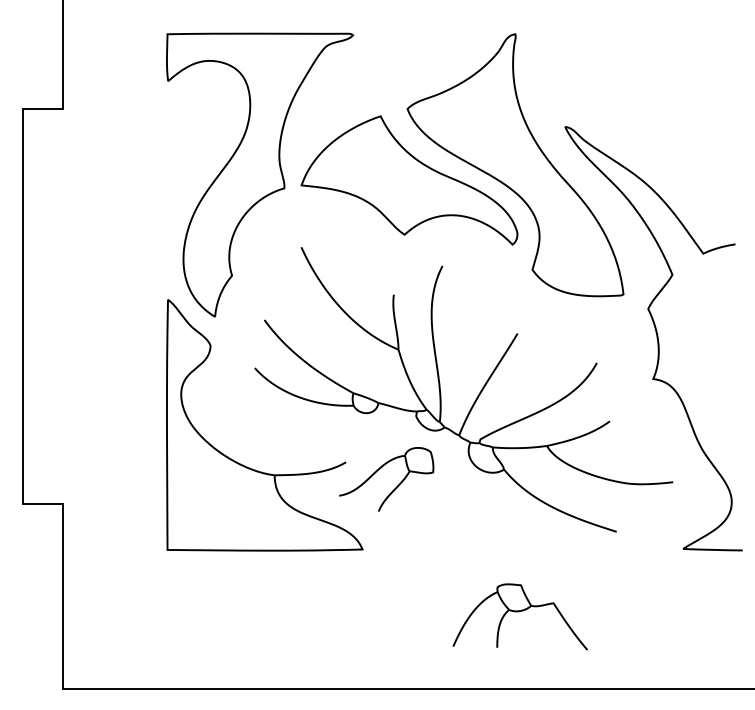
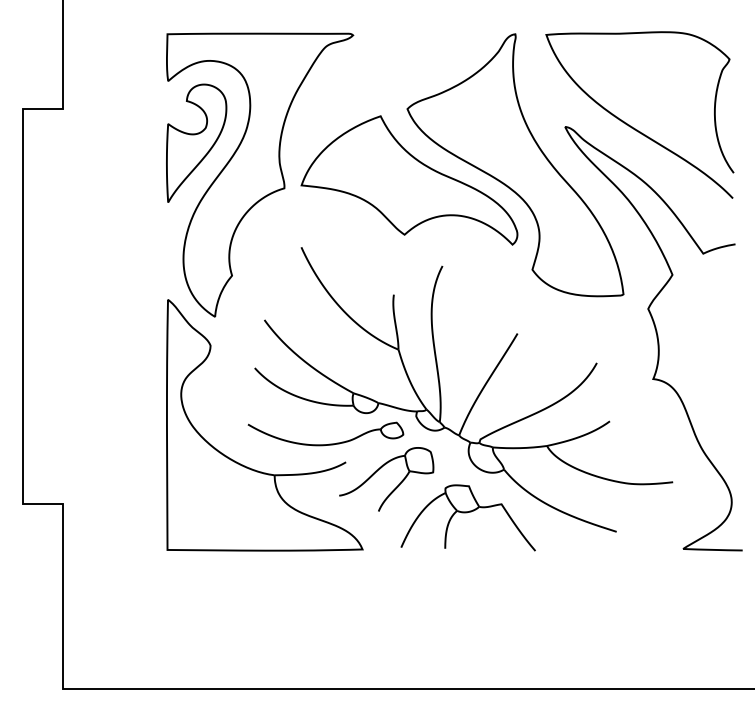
curve at (632, 126): none -> present
part at (196, 142): none -> present
part at (329, 443): none -> present
part at (519, 616) position: (519, 616) -> (467, 517)
